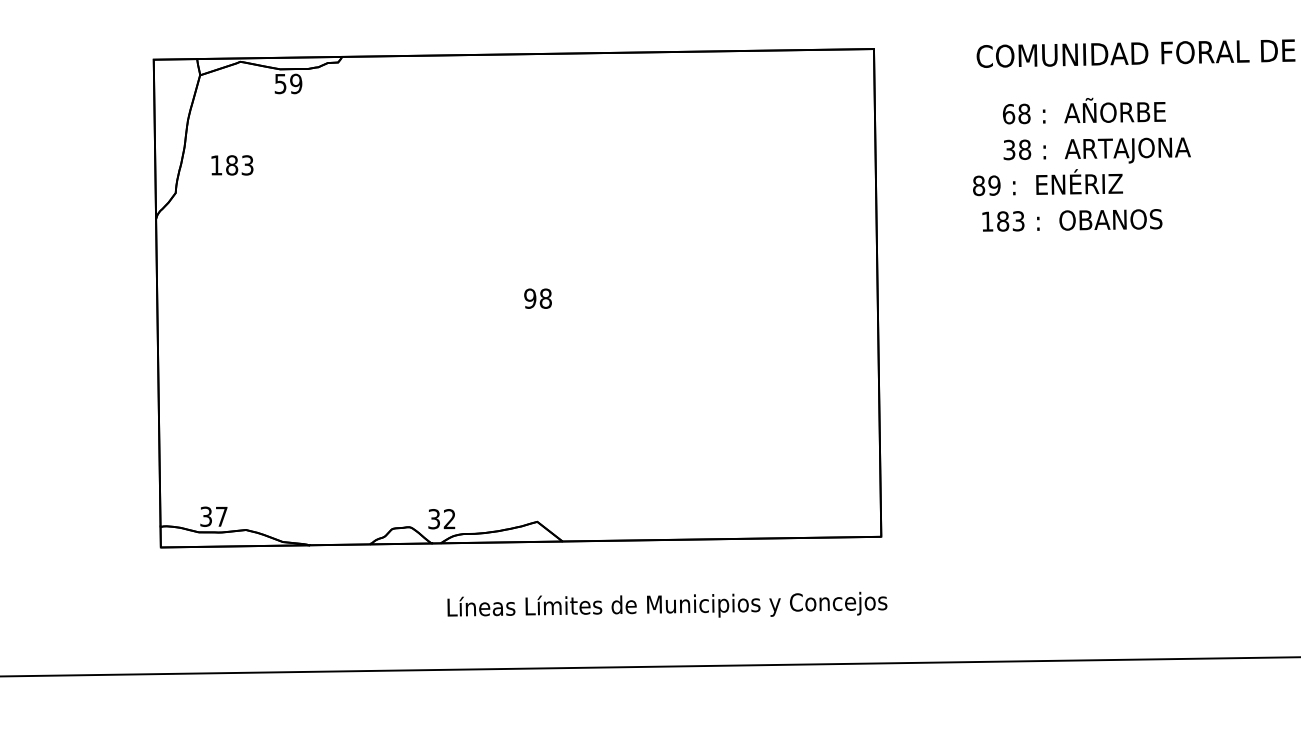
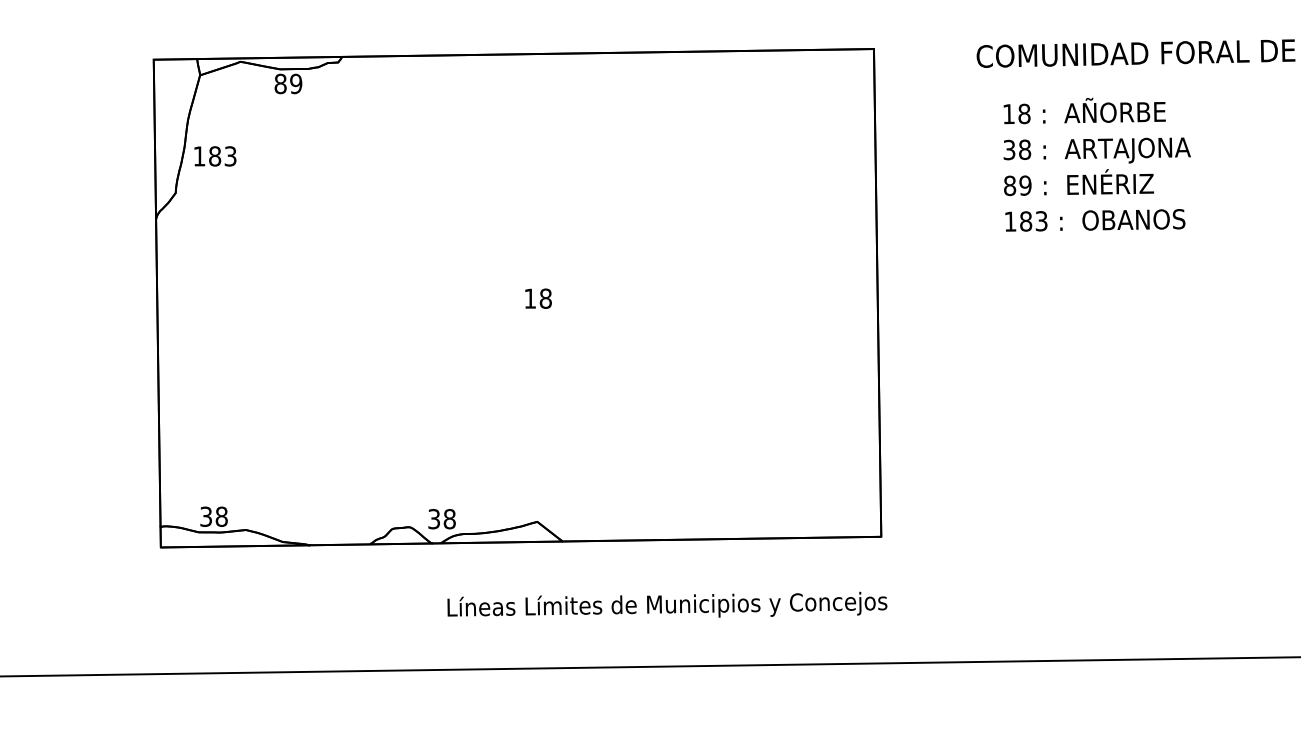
text at (280, 83): 59 -> 89
text at (1009, 114): 68 -> 18
text at (232, 165) position: (232, 165) -> (215, 156)
text at (1047, 182) position: (1047, 182) -> (1078, 182)
text at (1072, 220) position: (1072, 220) -> (1095, 220)
text at (530, 298): 98 -> 18
text at (221, 516): 37 -> 38
text at (449, 519): 32 -> 38
